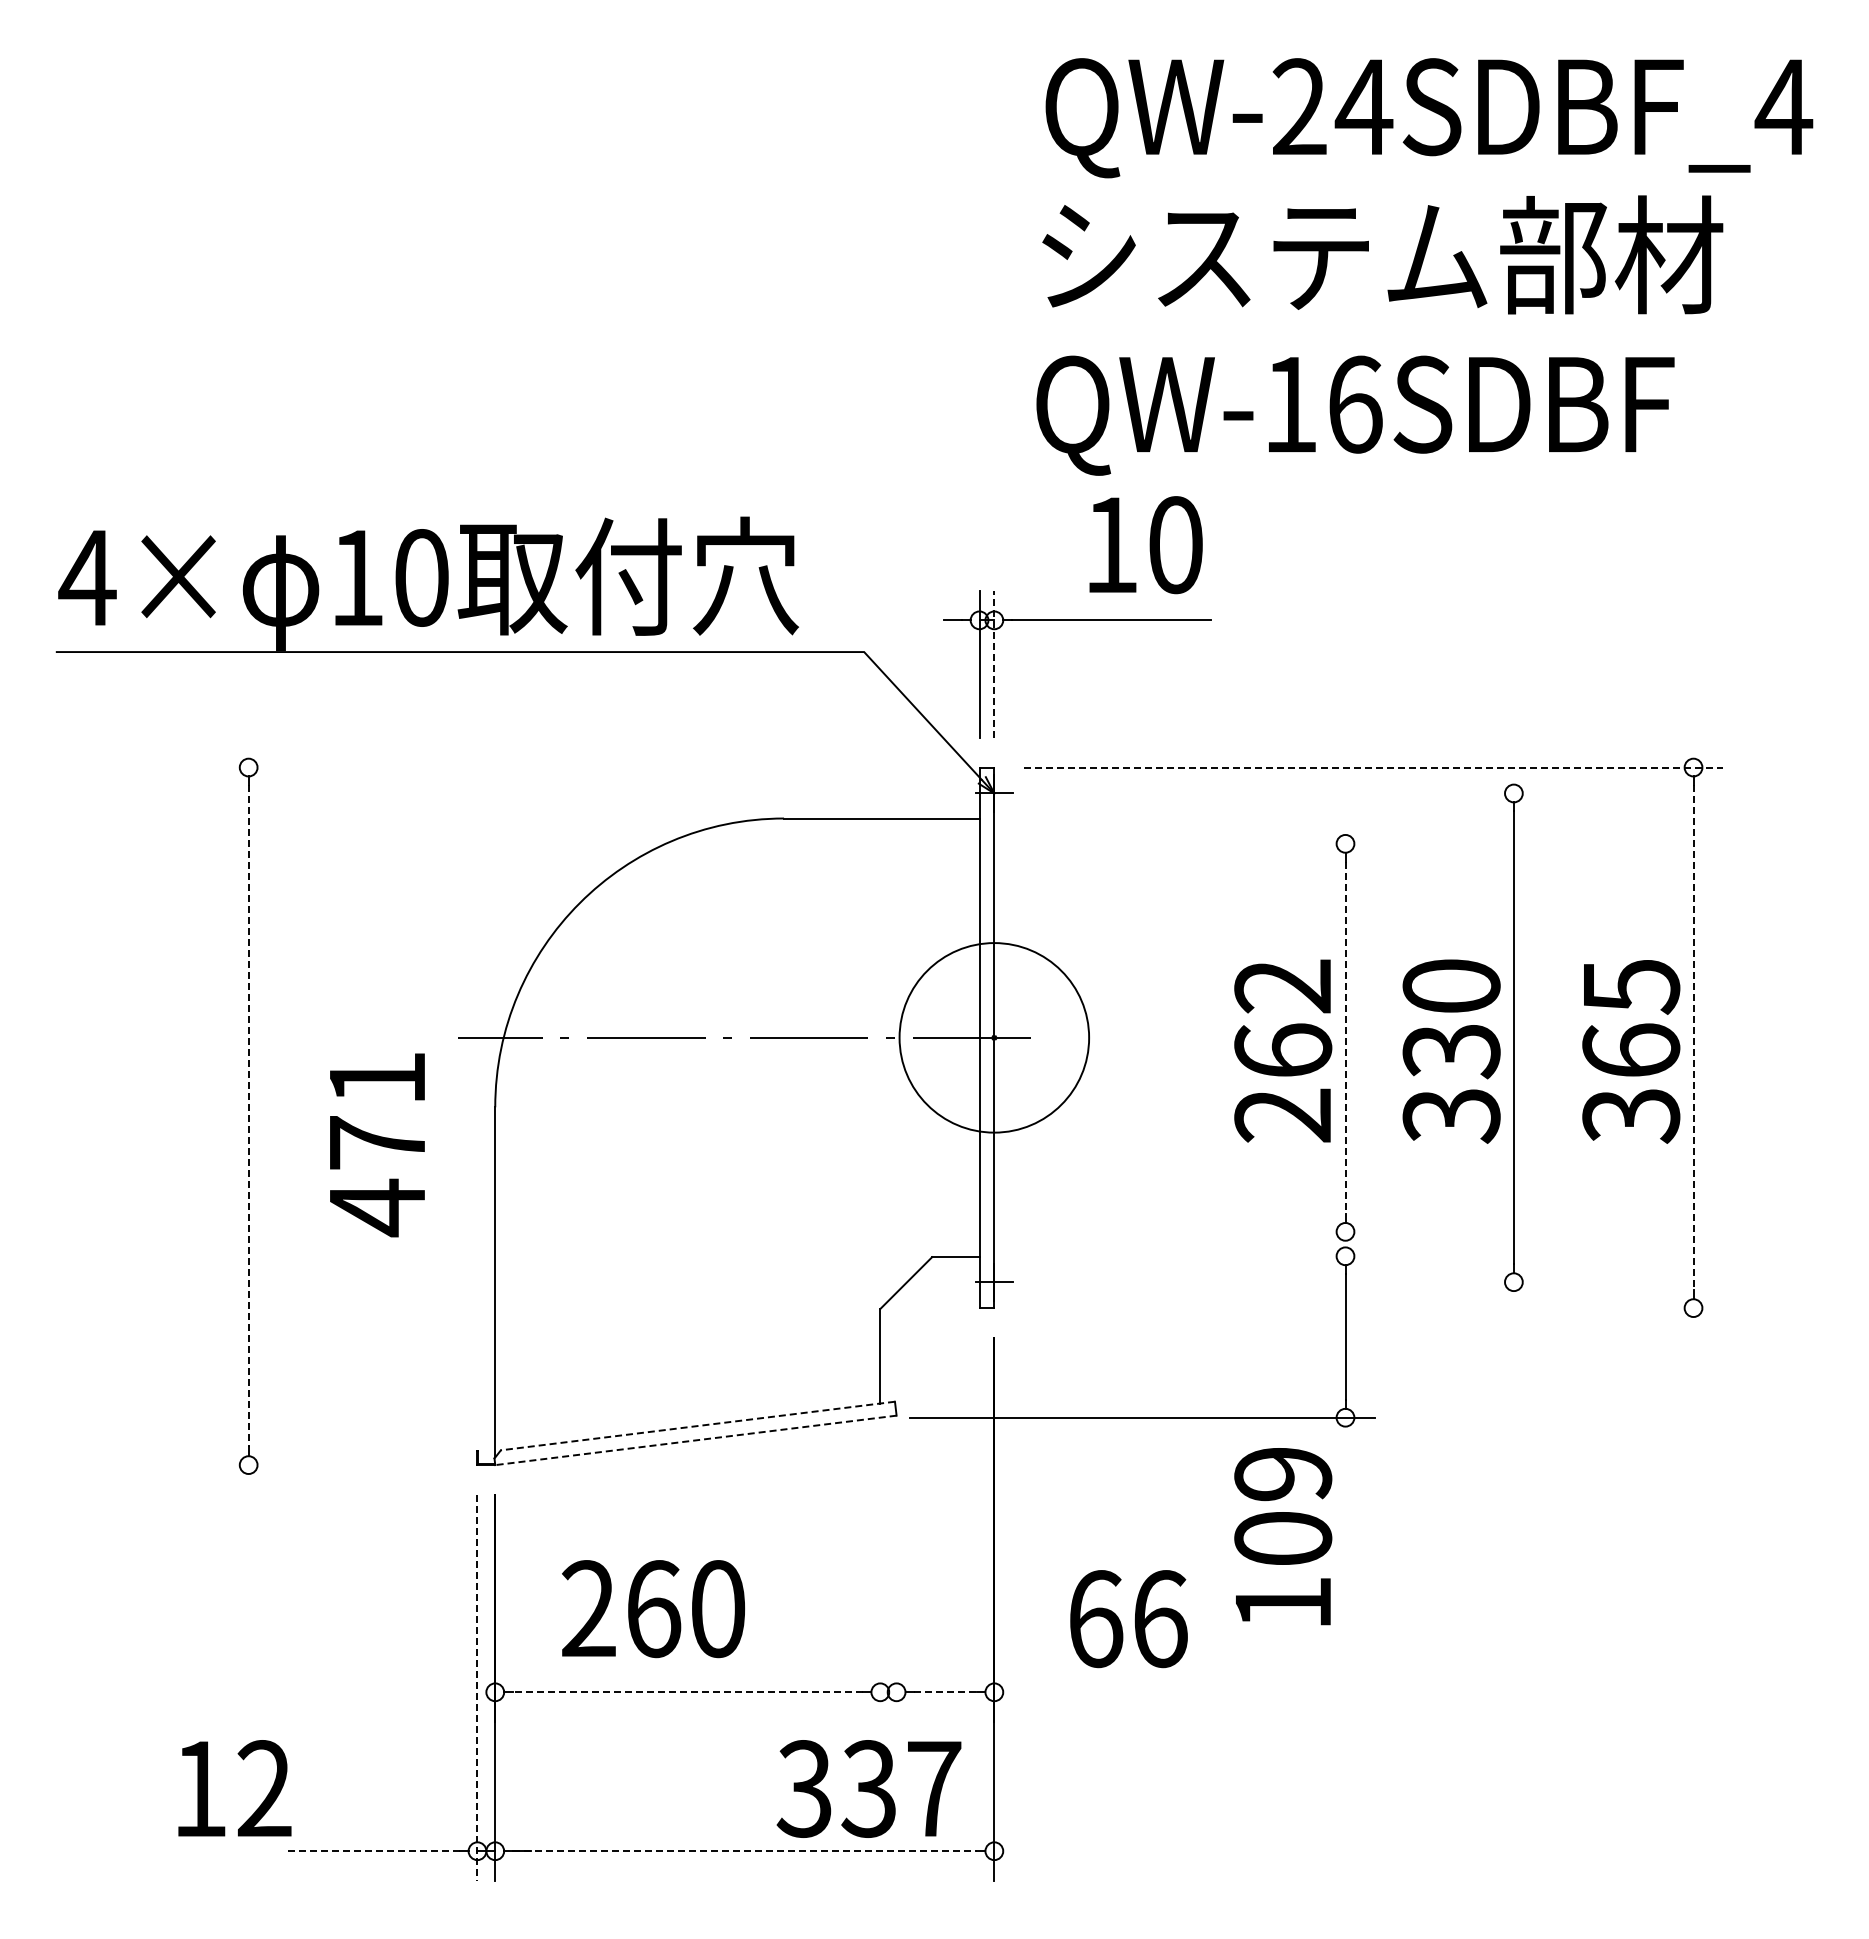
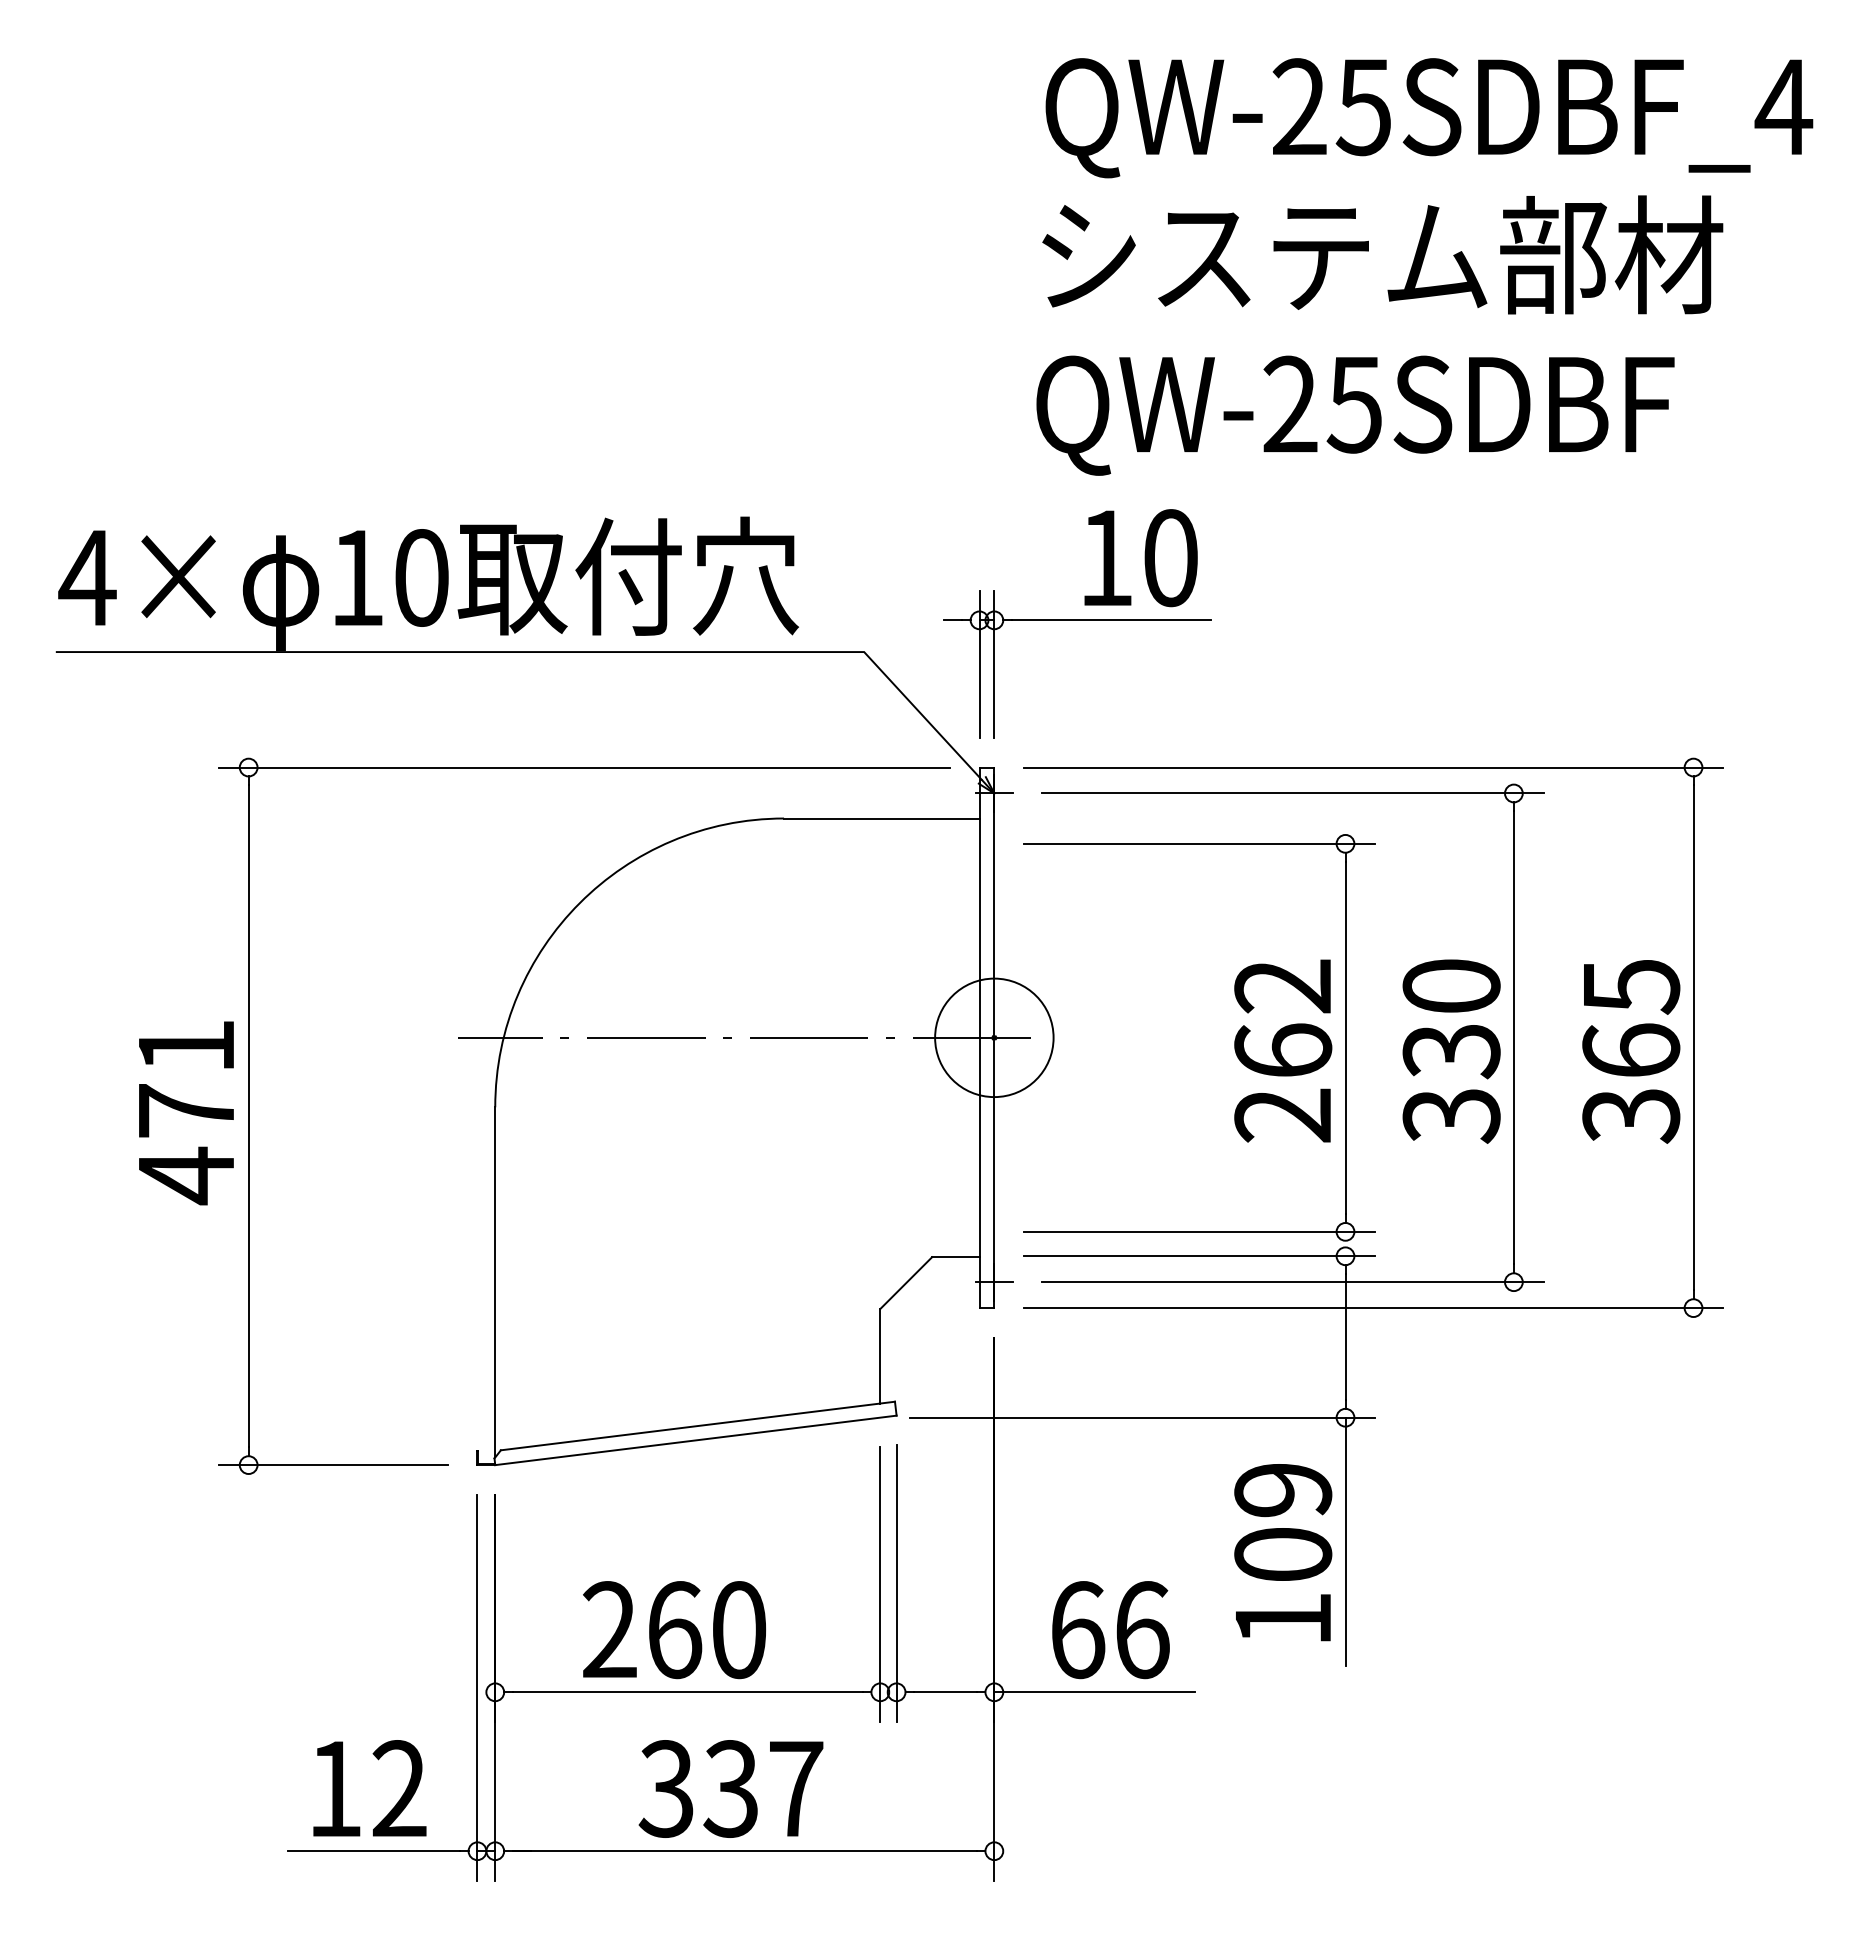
text at (1363, 107): QW-24SDBF_4 -> QW-25SDBF_4
text at (1322, 404): QW-16SDBF -> QW-25SDBF
text at (1145, 545) position: (1145, 545) -> (1140, 558)
line at (994, 664): dashed -> solid
line at (584, 767): none -> present
line at (1373, 767): dashed -> solid
line at (1292, 793): none -> present
line at (1199, 843): none -> present
circle at (994, 1037) diameter: 190 px -> 118 px
line at (1693, 1037): dashed -> solid
line at (1345, 1038): dashed -> solid
line at (248, 1116): dashed -> solid
text at (377, 1145) position: (377, 1145) -> (186, 1113)
line at (1199, 1231): none -> present
line at (1199, 1256): none -> present
line at (1292, 1282): none -> present
line at (1373, 1308): none -> present
line at (697, 1426): dashed -> solid
line at (695, 1440): dashed -> solid
line at (333, 1465): none -> present
text at (1283, 1536) position: (1283, 1536) -> (1283, 1552)
line at (1345, 1541): none -> present
line at (896, 1583): none -> present
line at (880, 1584): none -> present
text at (653, 1609) position: (653, 1609) -> (674, 1630)
text at (1128, 1619) position: (1128, 1619) -> (1110, 1630)
line at (477, 1688): dashed -> solid
line at (687, 1692): dashed -> solid
line at (945, 1692): dashed -> solid
line at (1094, 1692): none -> present
text at (234, 1788) position: (234, 1788) -> (369, 1788)
text at (868, 1788) position: (868, 1788) -> (730, 1788)
line at (374, 1851): dashed -> solid
line at (744, 1851): dashed -> solid
